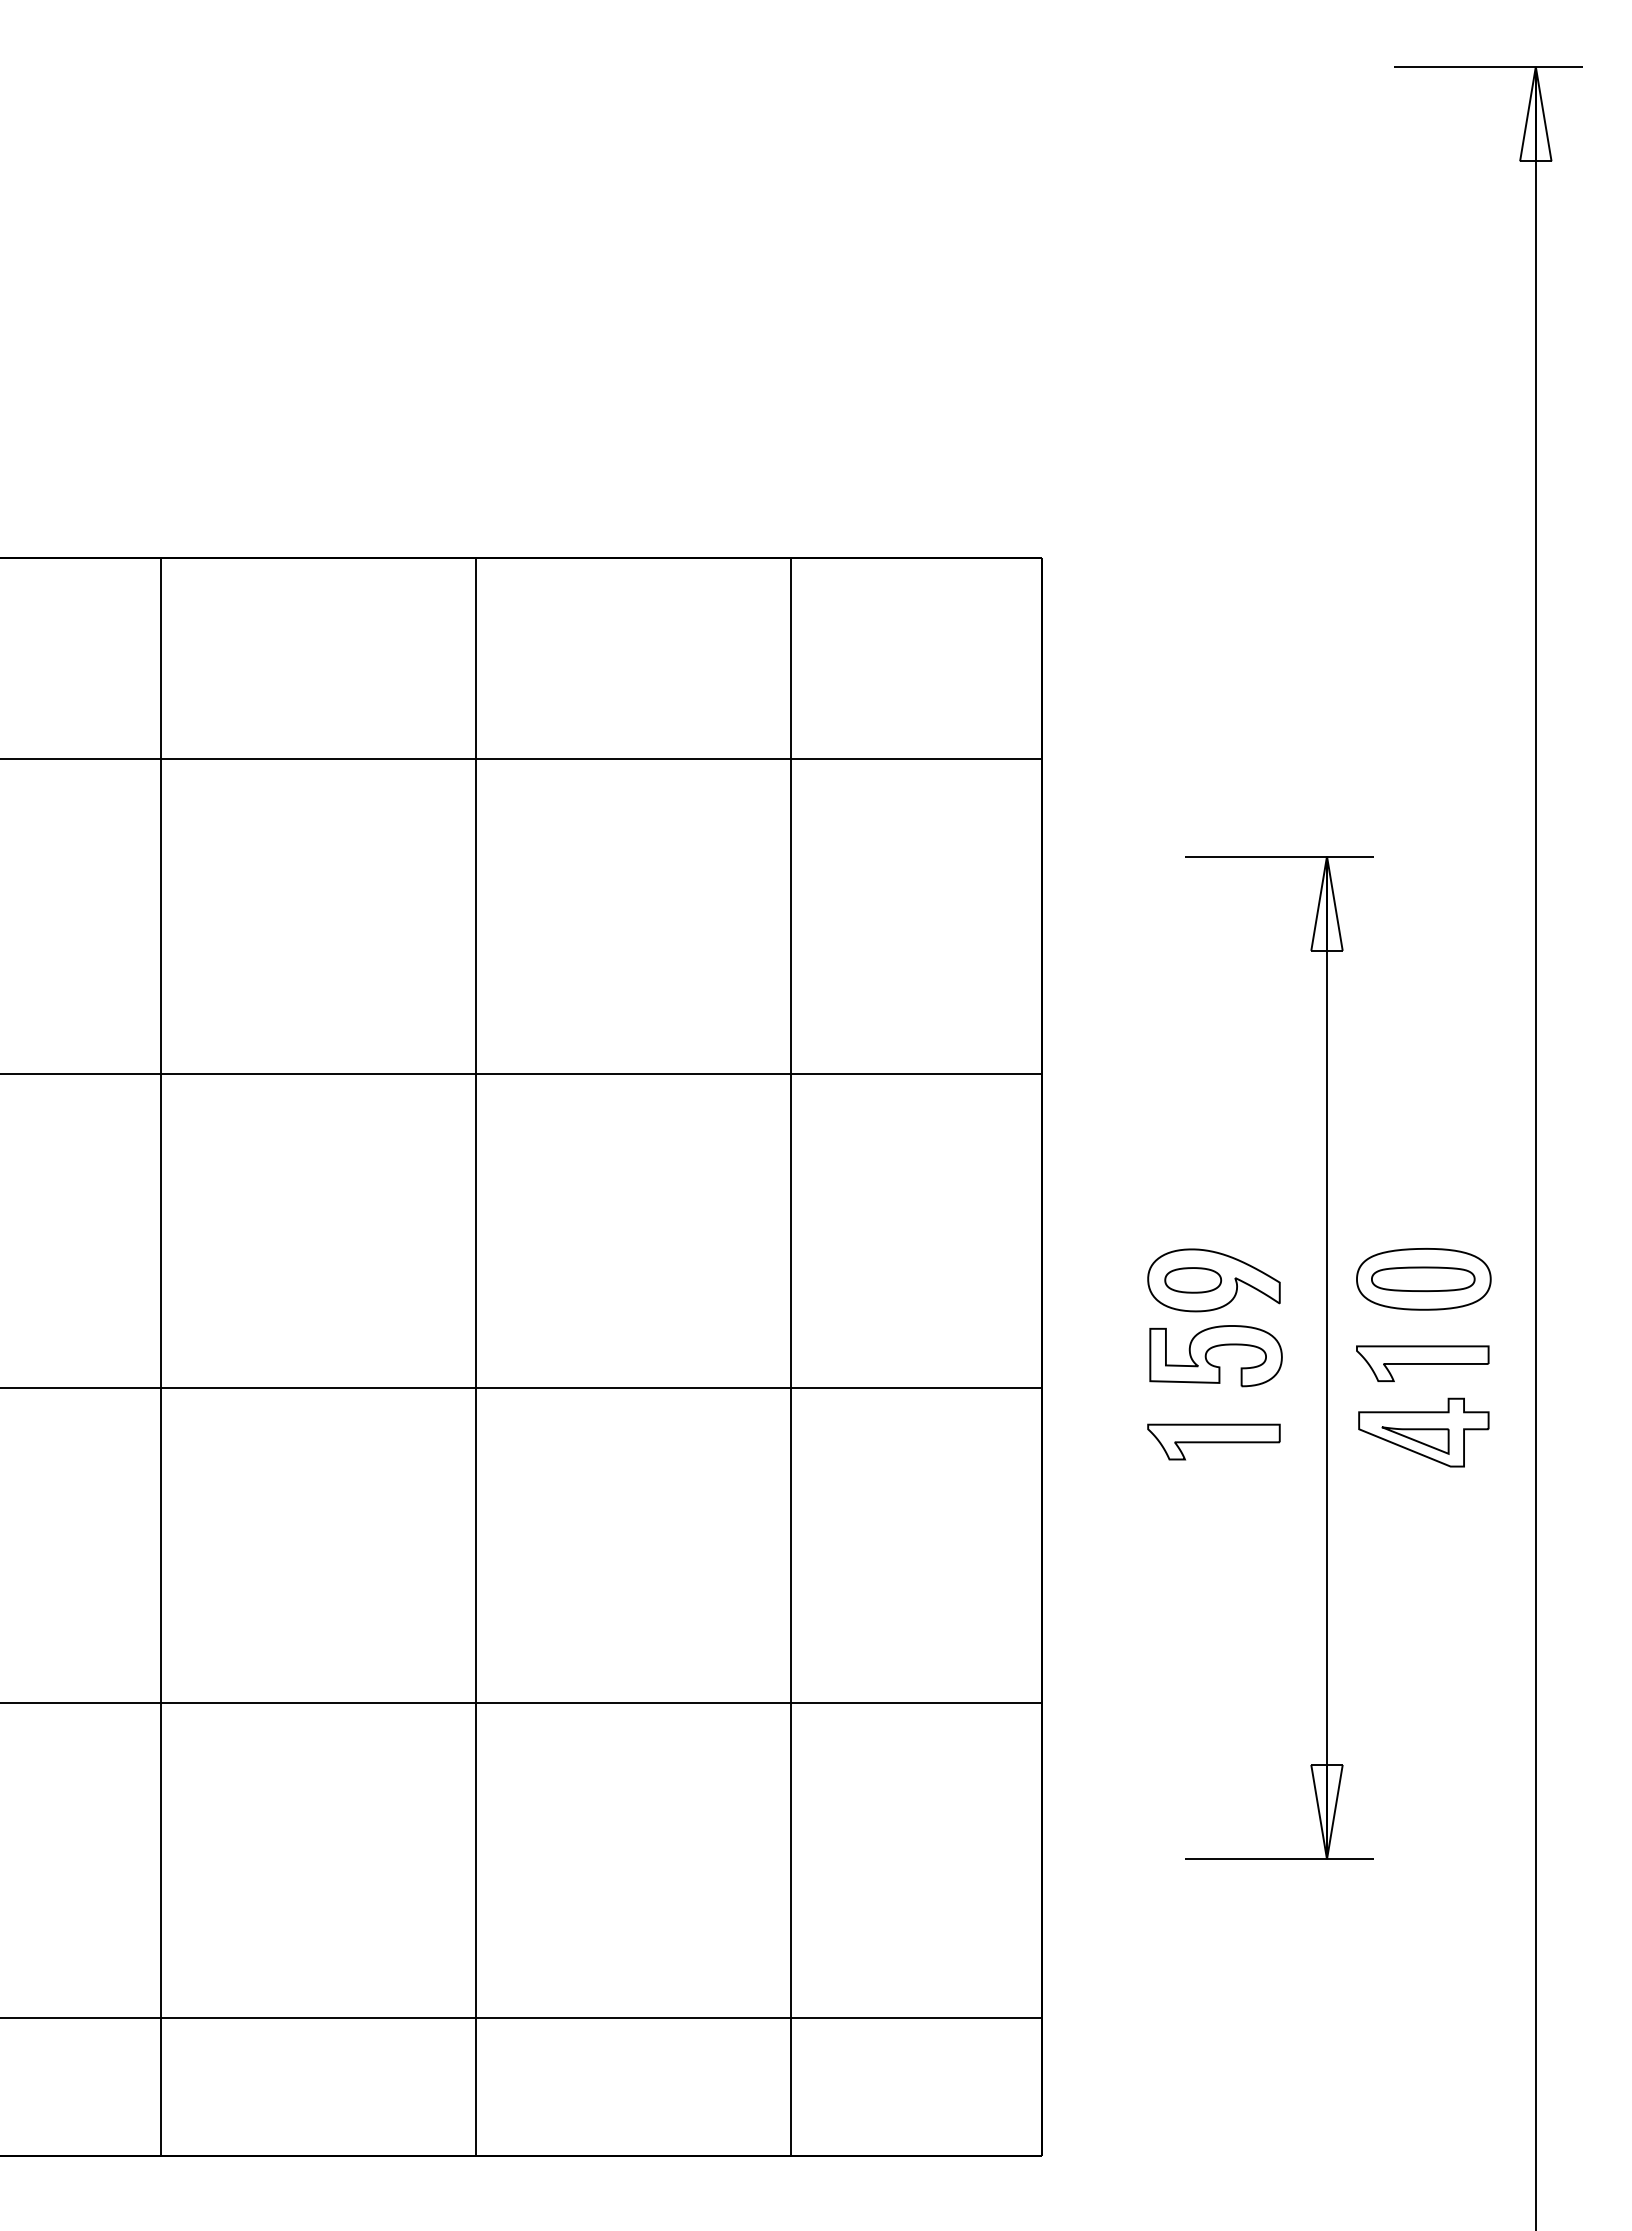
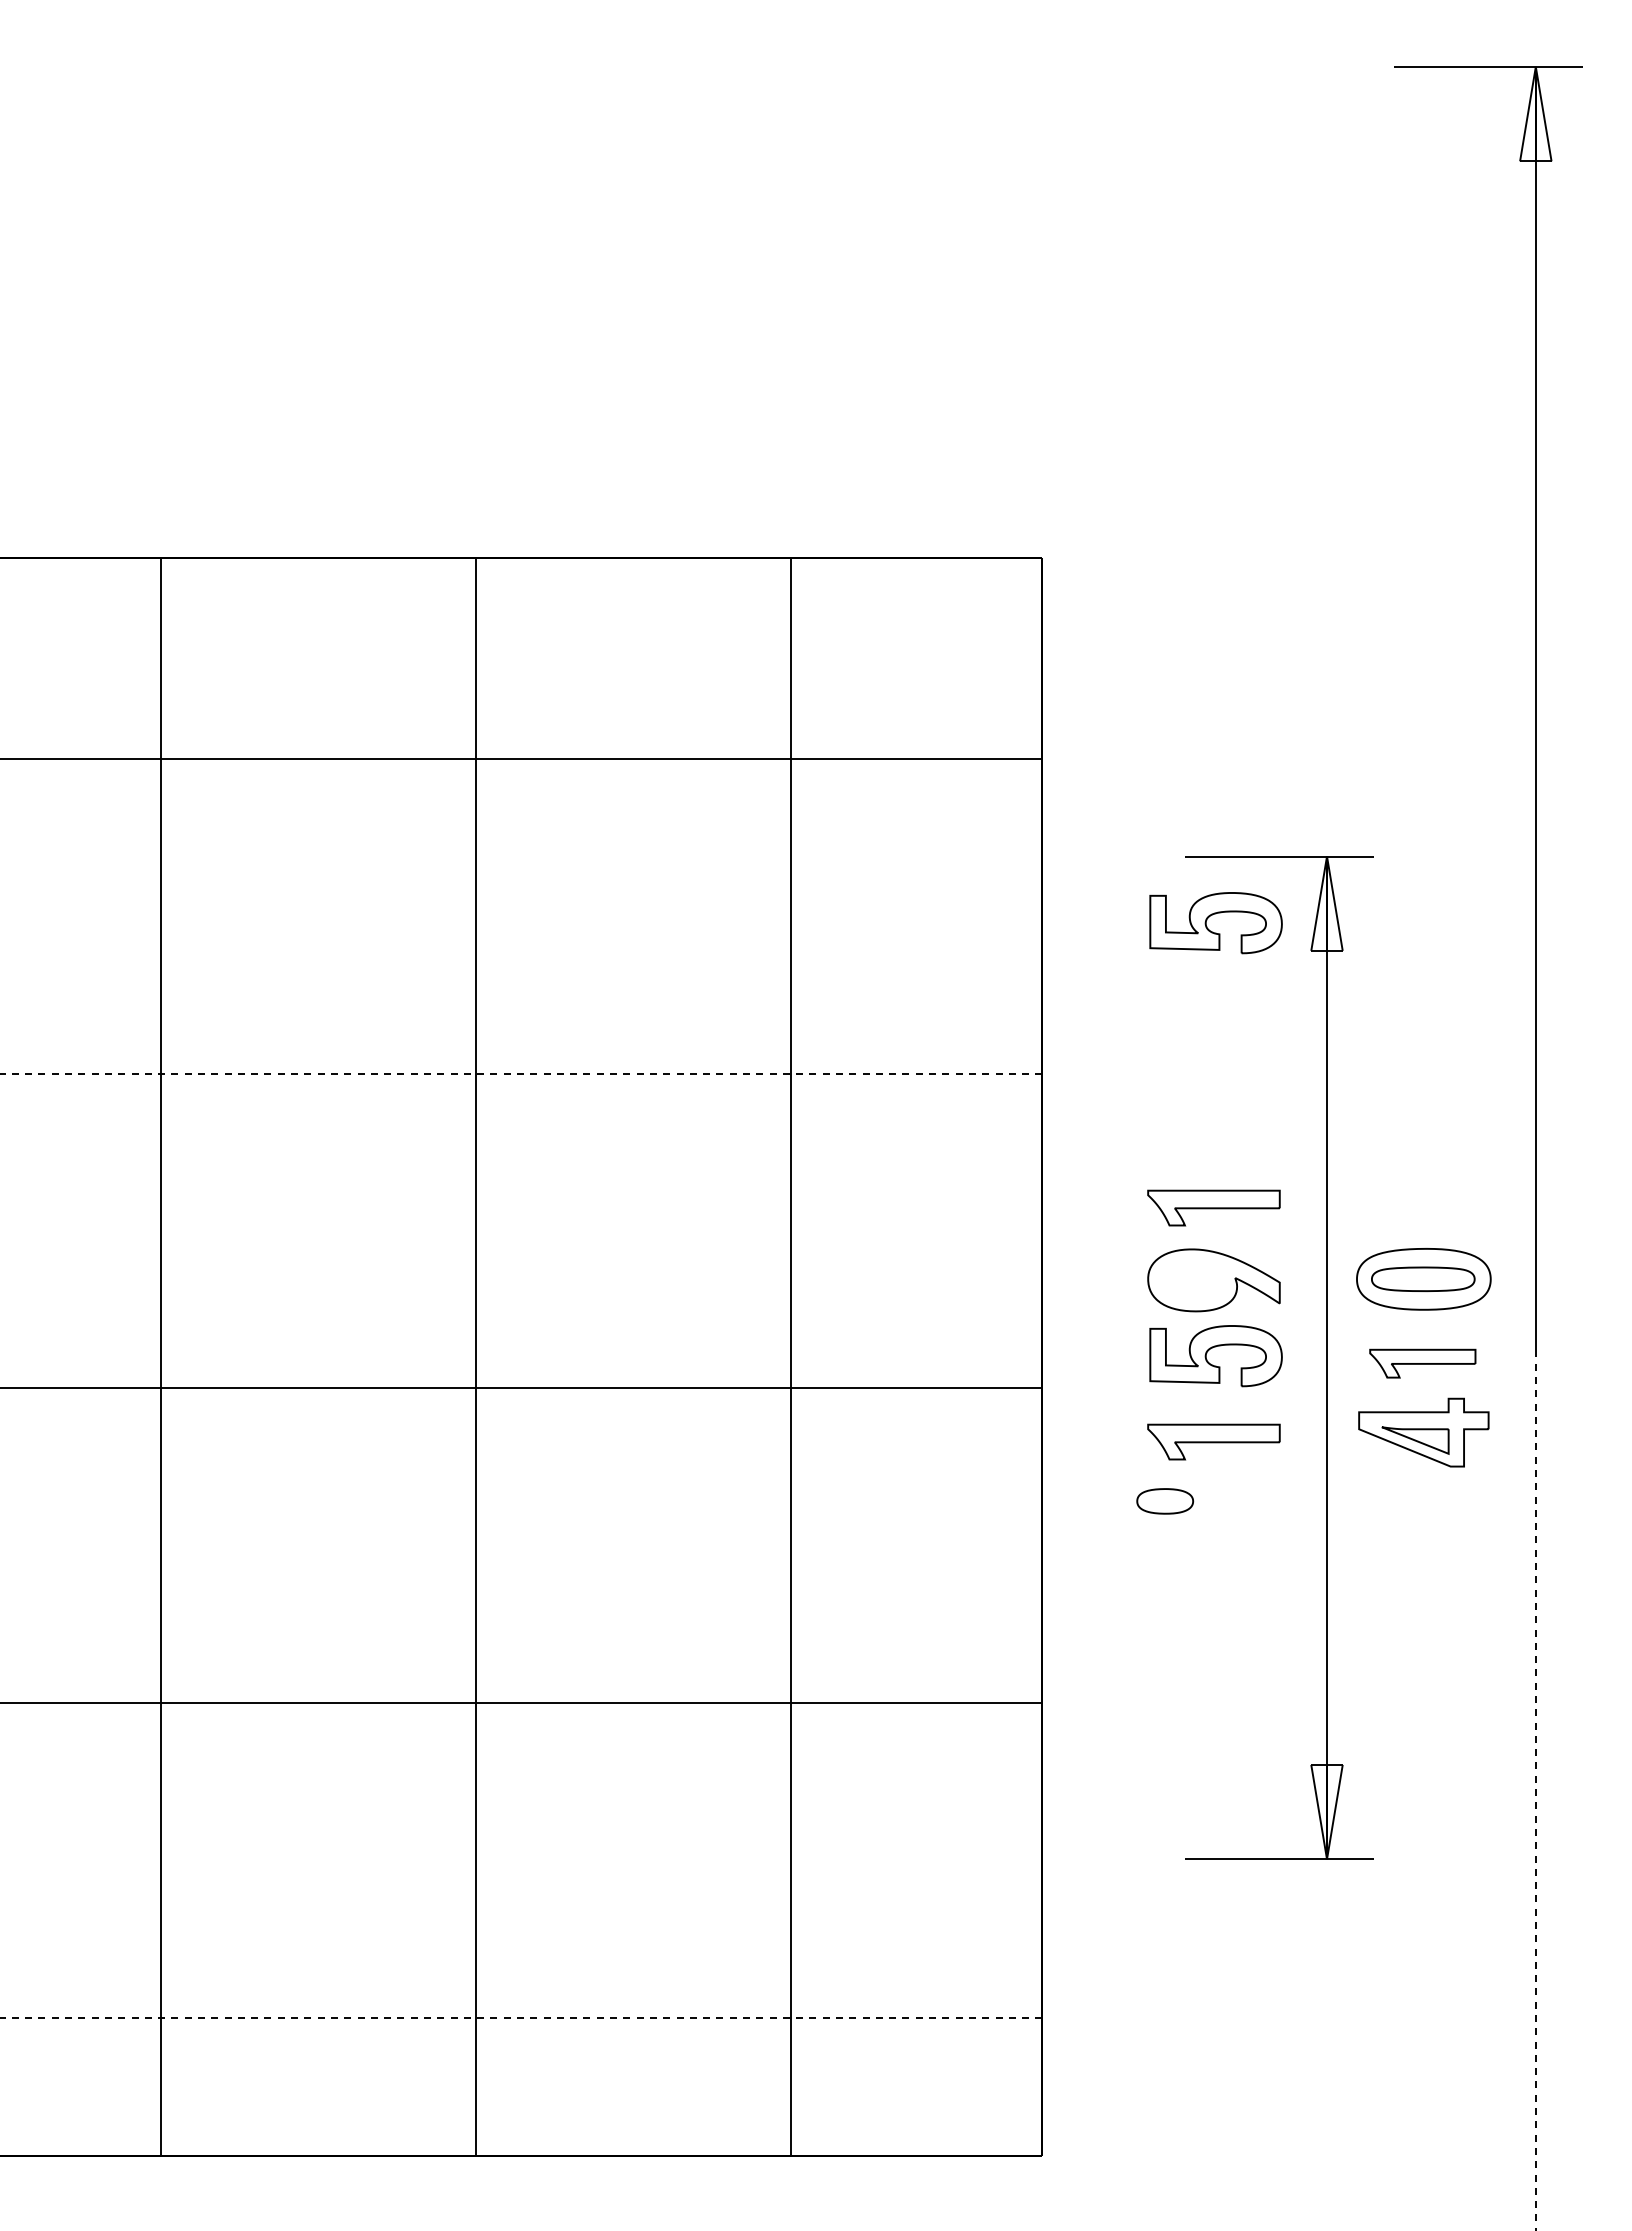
part at (1209, 917): none -> present
line at (521, 1073): solid -> dashed
part at (1213, 1207): none -> present
part at (1193, 1280) position: (1193, 1280) -> (1165, 1501)
part at (1422, 1363) size: 134x37 px -> 108x31 px
line at (1535, 1793): solid -> dashed
line at (521, 2017): solid -> dashed
